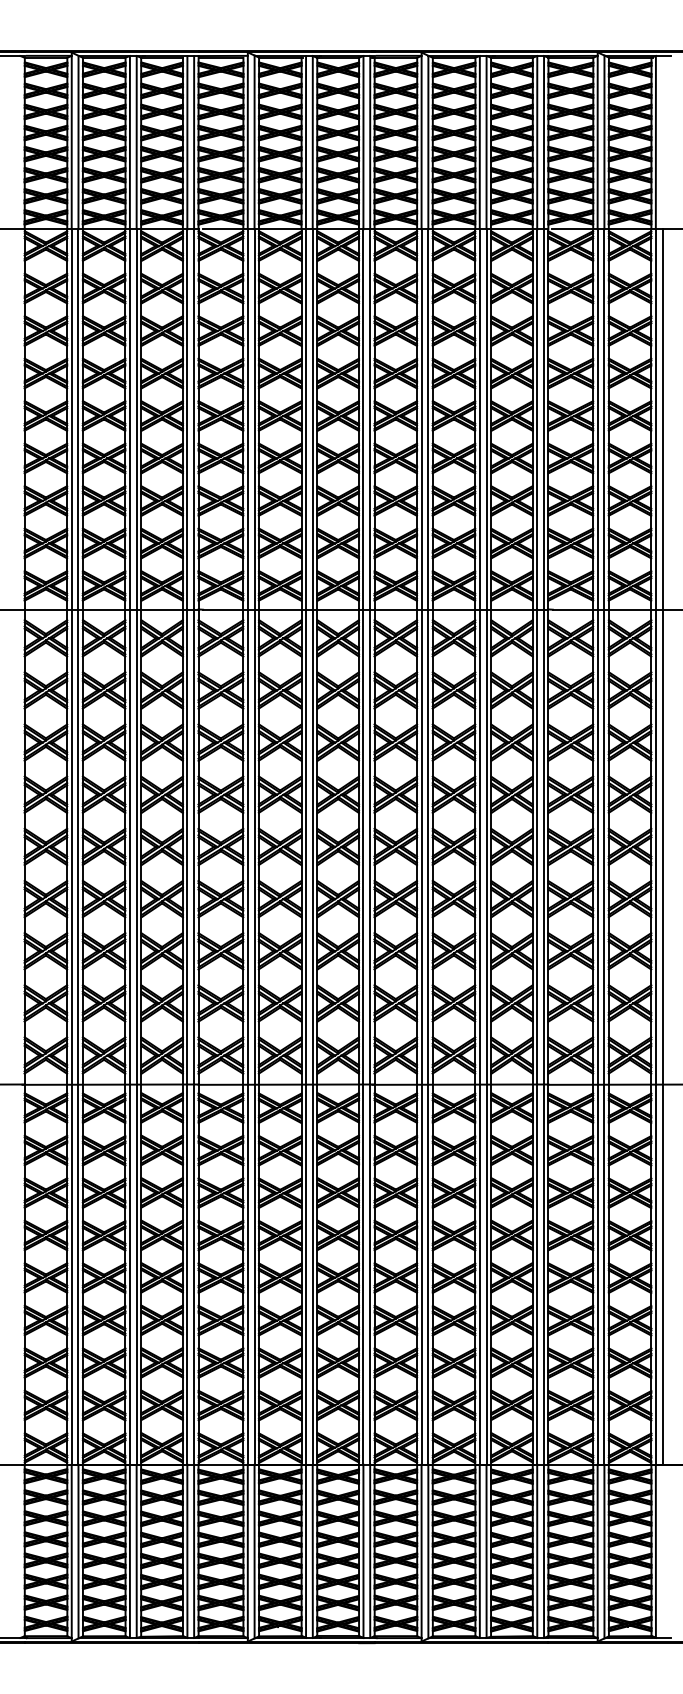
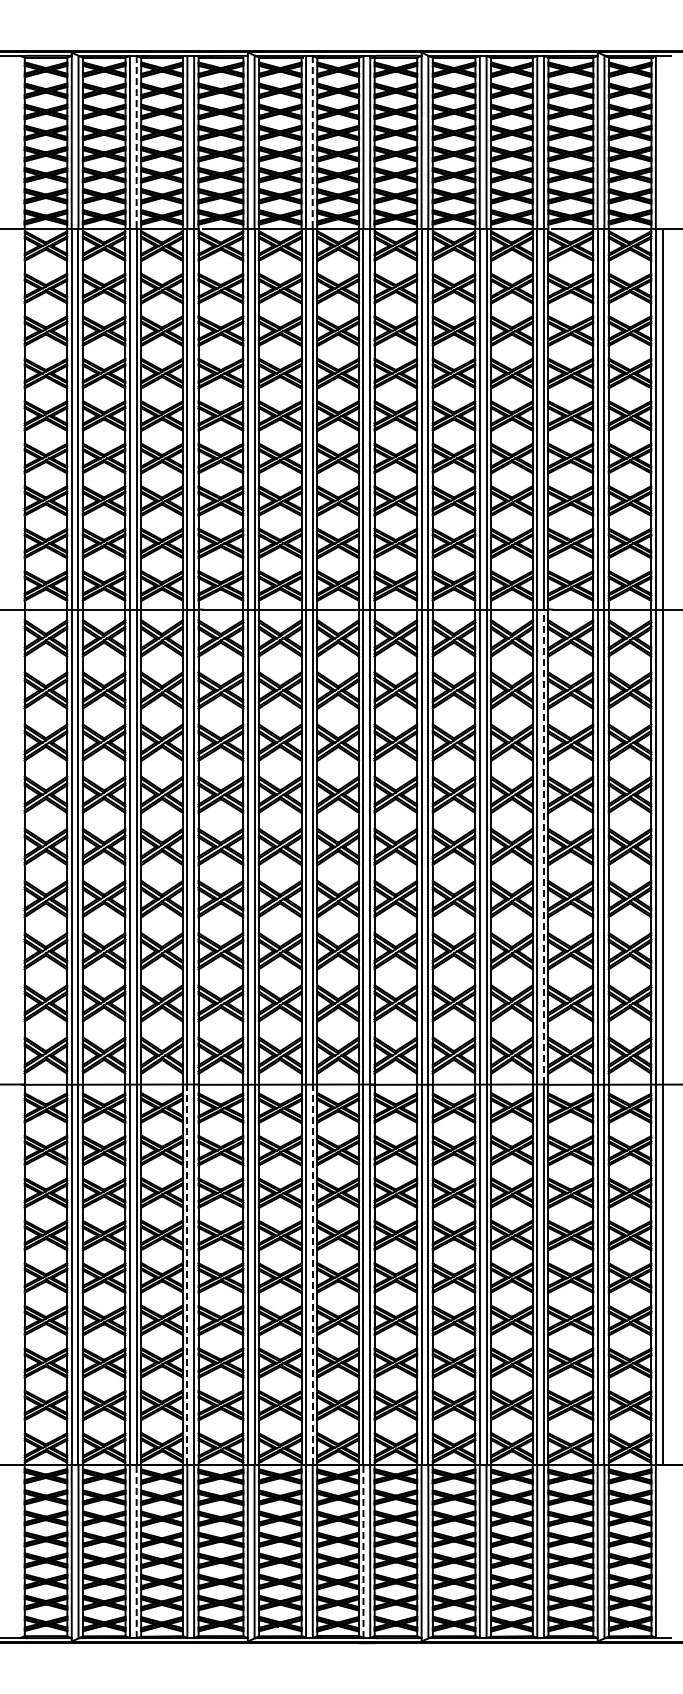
line at (136, 142): solid -> dashed
line at (312, 142): solid -> dashed
line at (543, 846): solid -> dashed
line at (187, 1274): solid -> dashed
line at (312, 1274): solid -> dashed
line at (136, 1551): solid -> dashed
line at (363, 1551): solid -> dashed
